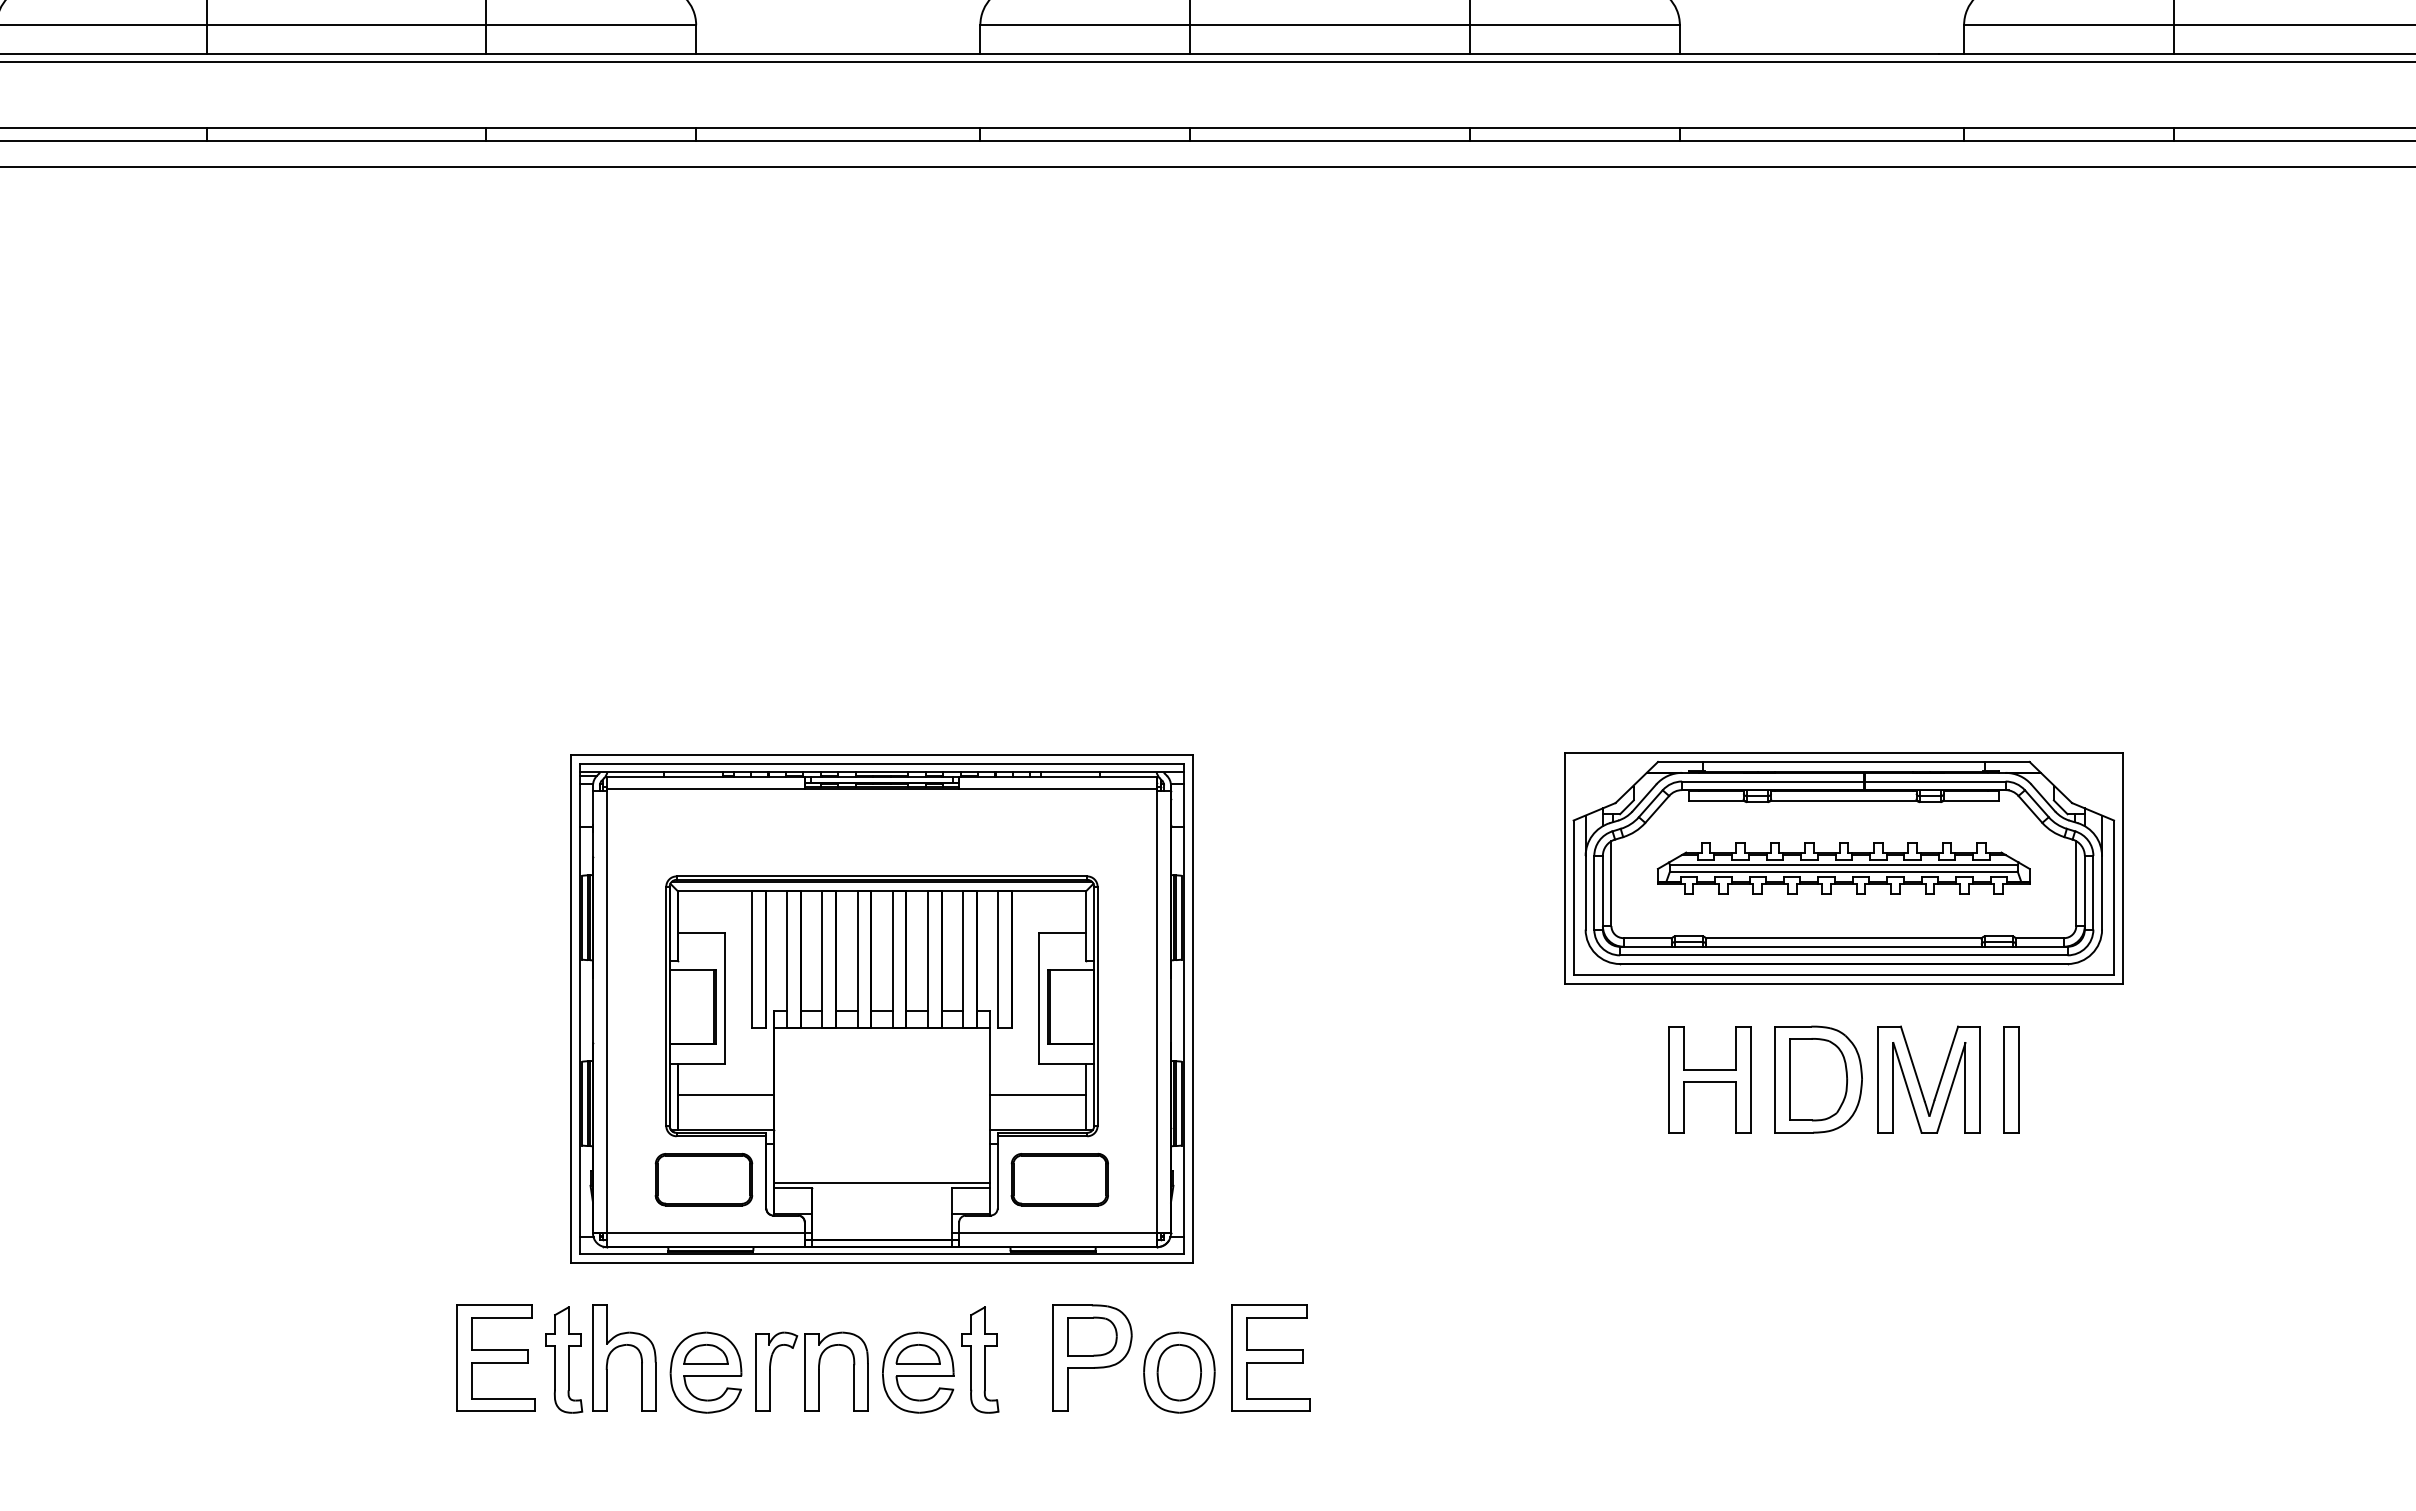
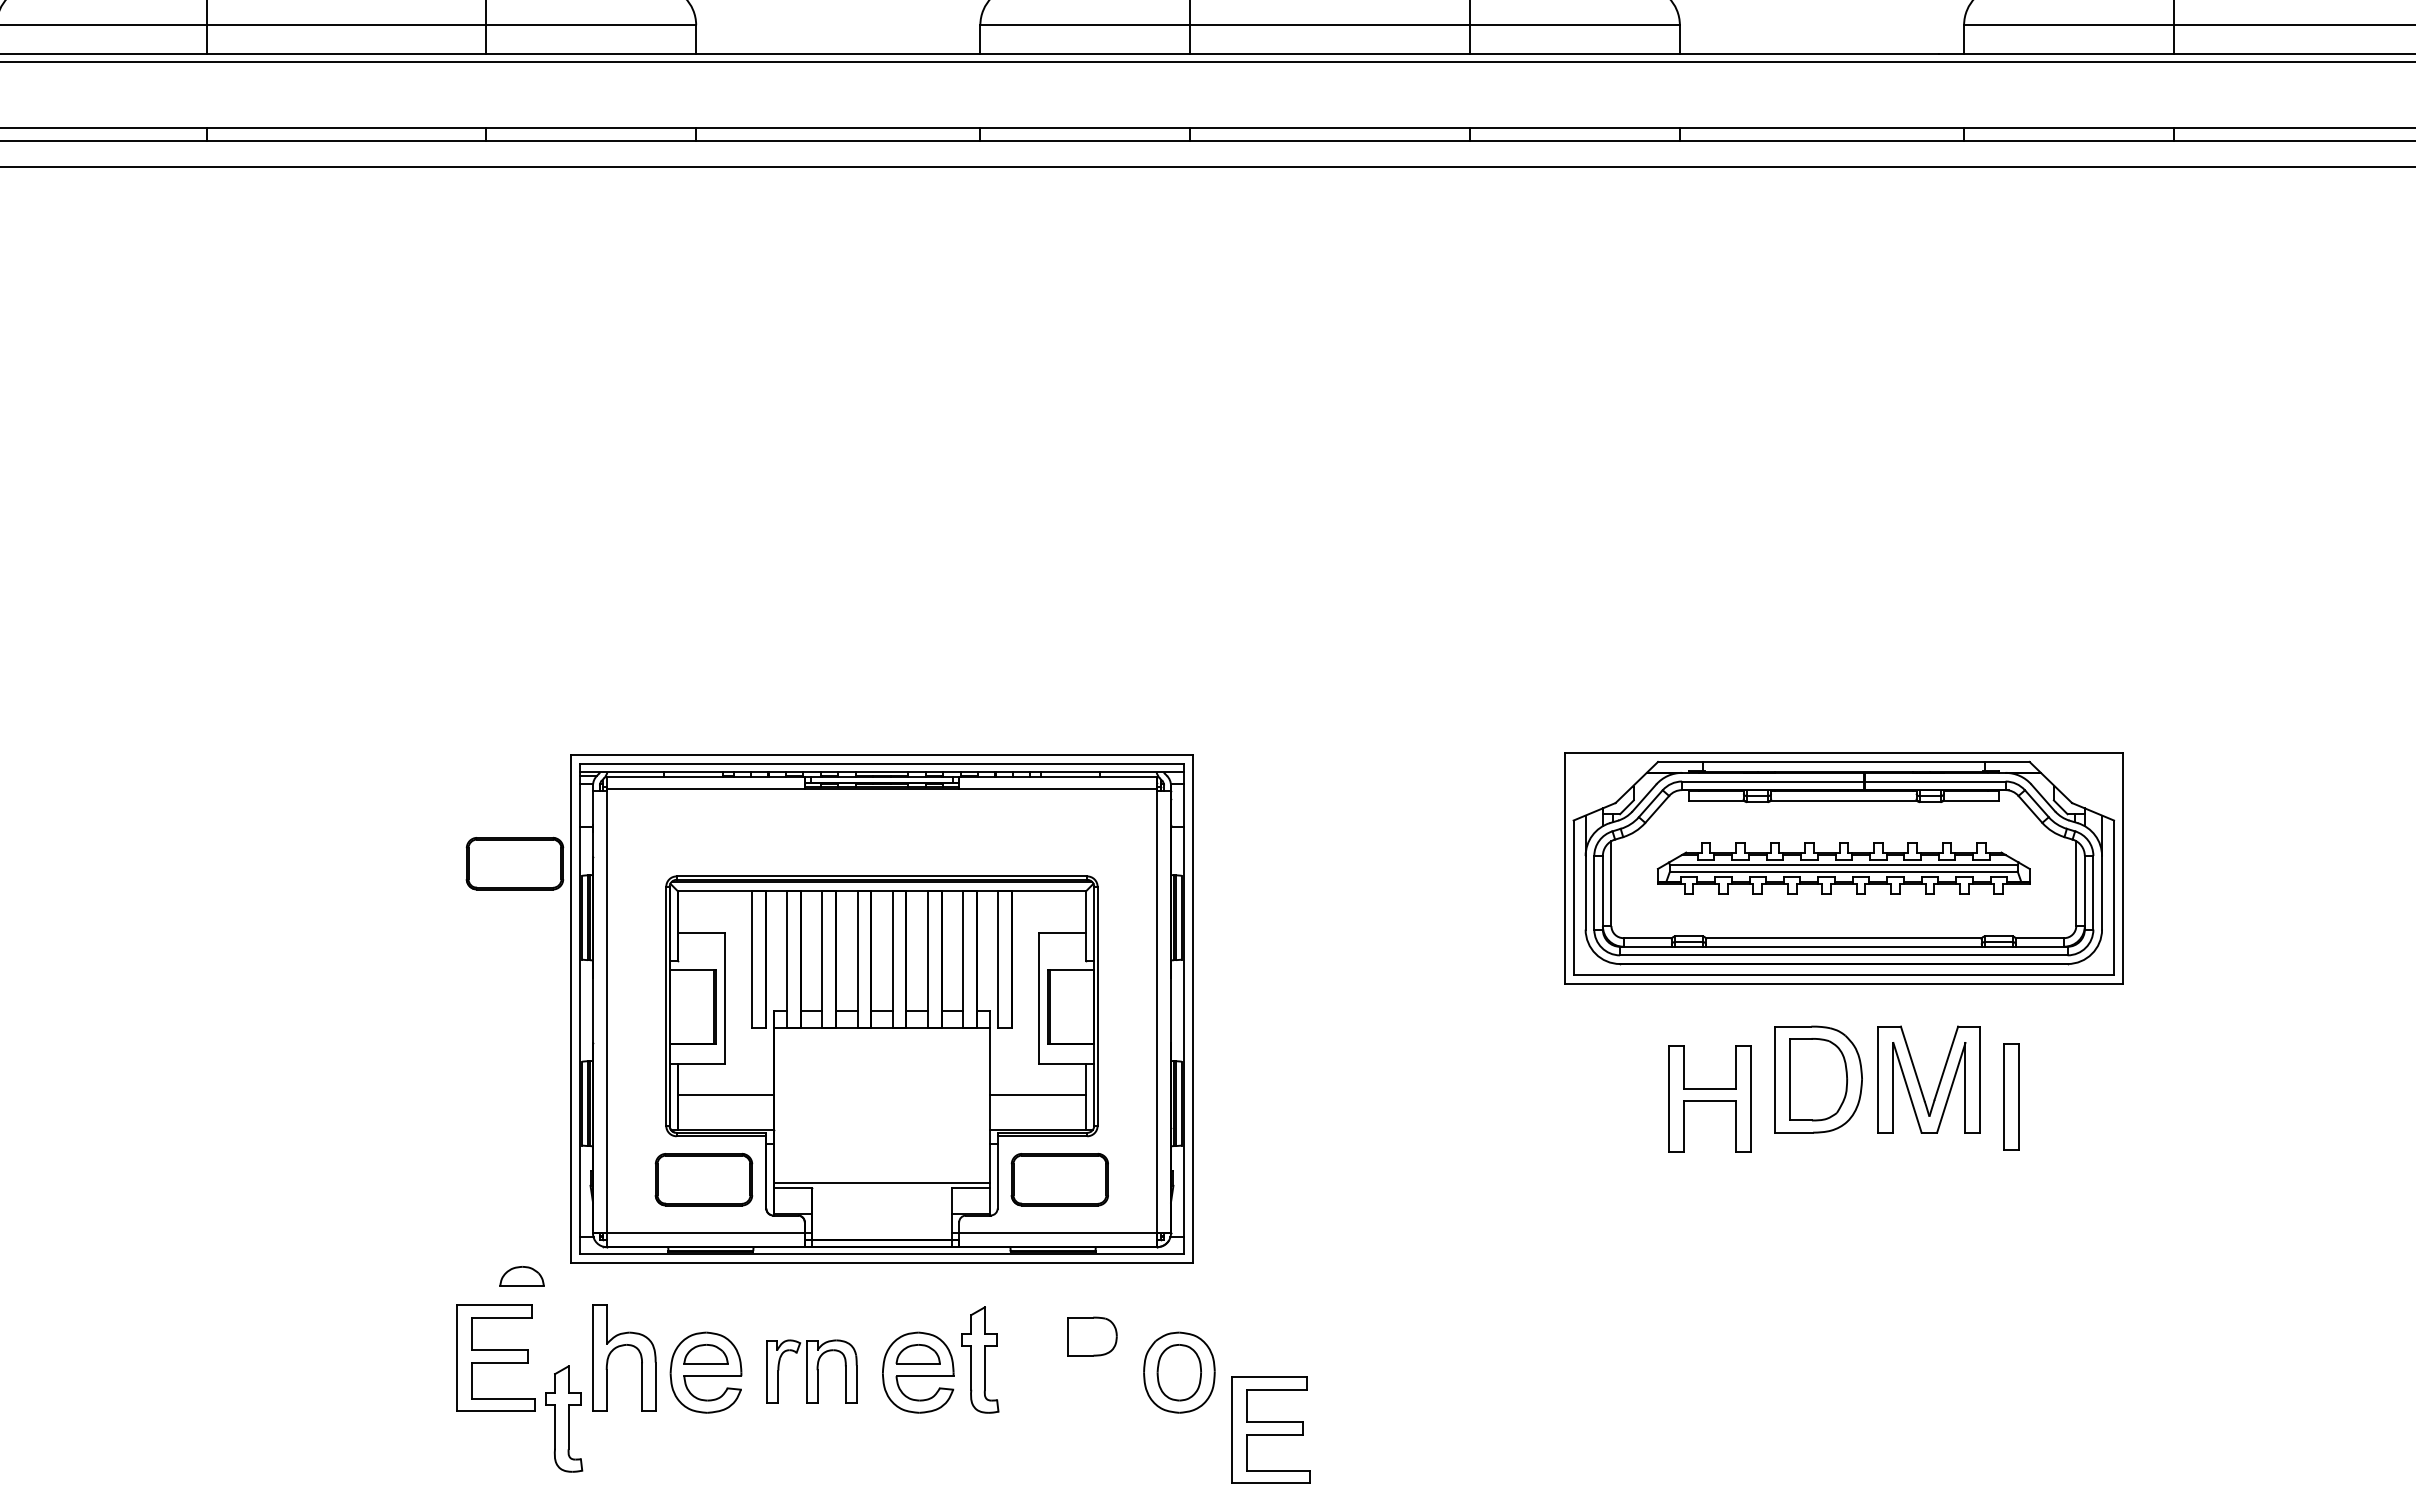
part at (514, 863): none -> present
part at (1709, 1079) position: (1709, 1079) -> (1709, 1098)
part at (2011, 1079) position: (2011, 1079) -> (2011, 1096)
part at (521, 1276): none -> present
part at (1092, 1357): present -> none
part at (1270, 1357) position: (1270, 1357) -> (1270, 1429)
part at (564, 1359) position: (564, 1359) -> (564, 1418)
part at (811, 1371) size: 114x81 px -> 92x65 px
